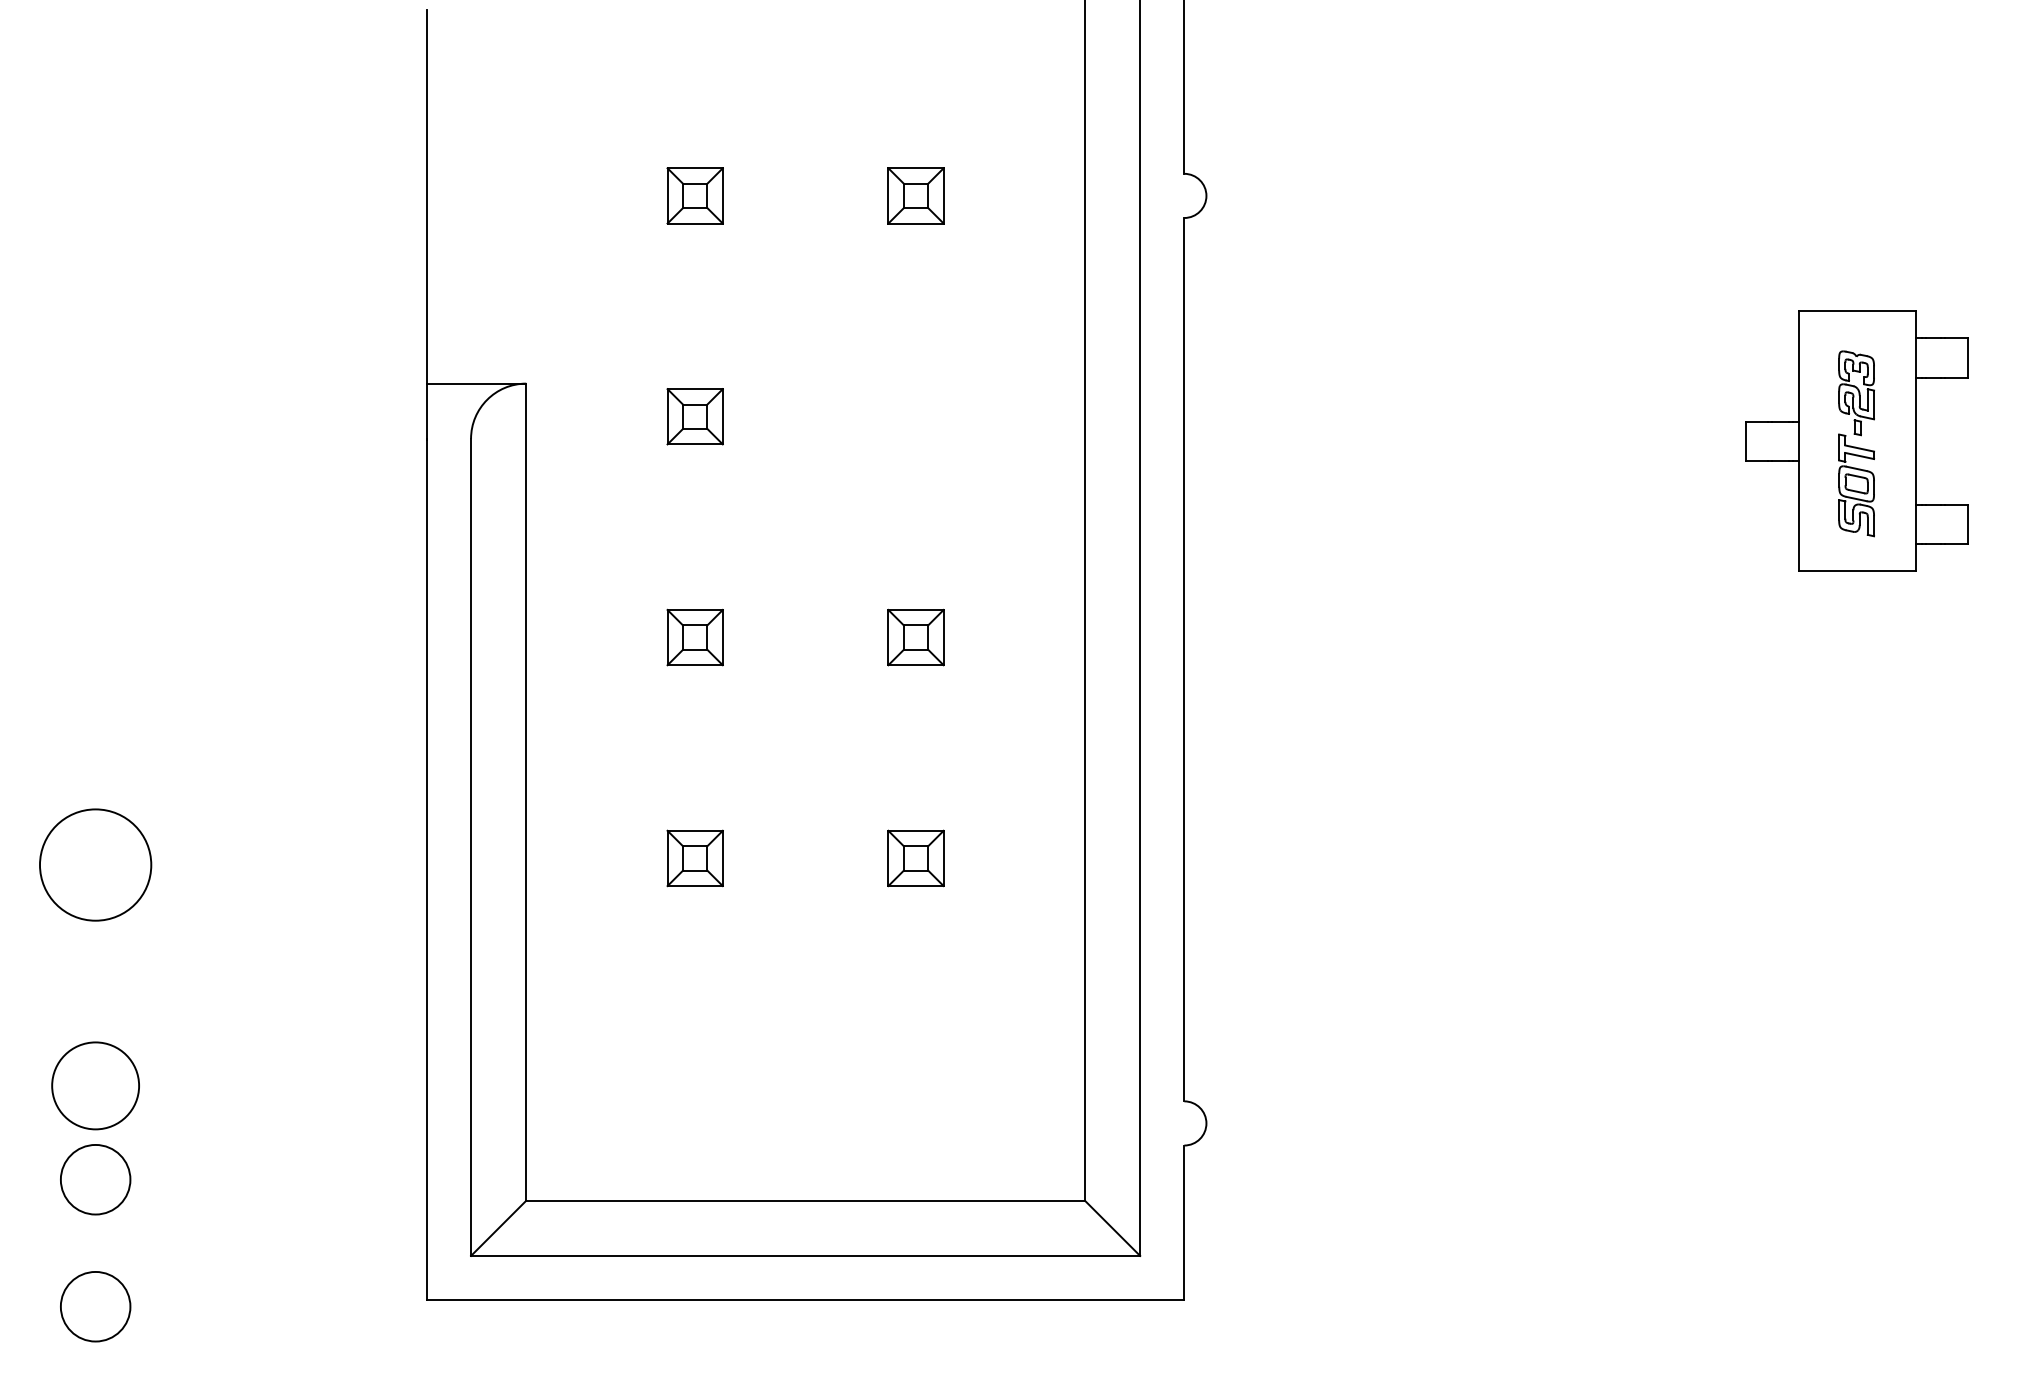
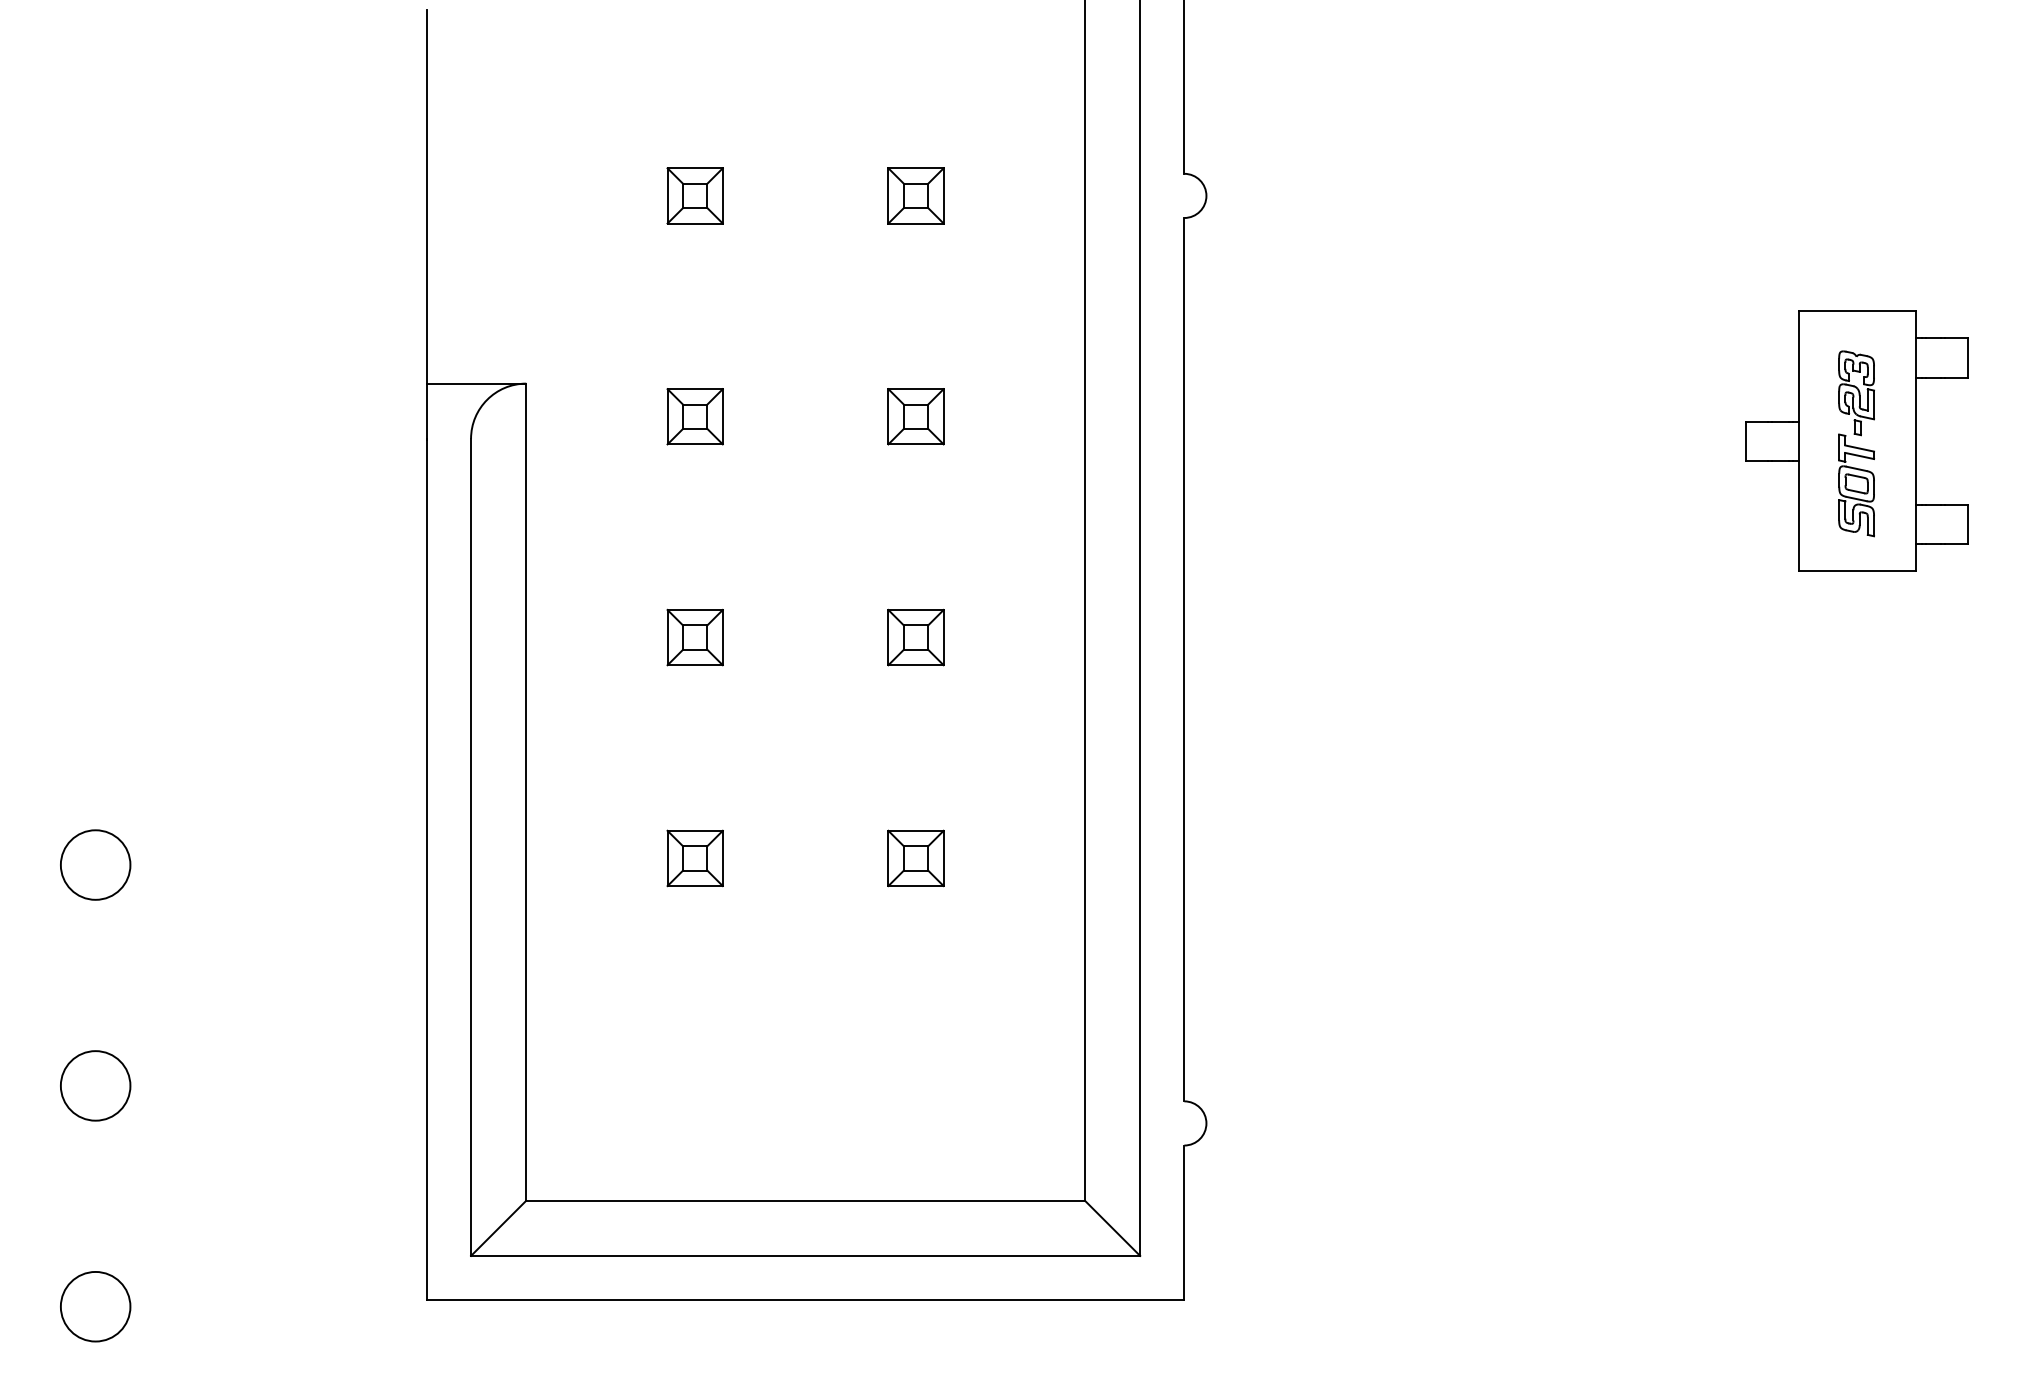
part at (915, 416): none -> present
circle at (95, 864) diameter: 111 px -> 70 px
circle at (95, 1085) diameter: 87 px -> 70 px
circle at (95, 1179): present -> none
